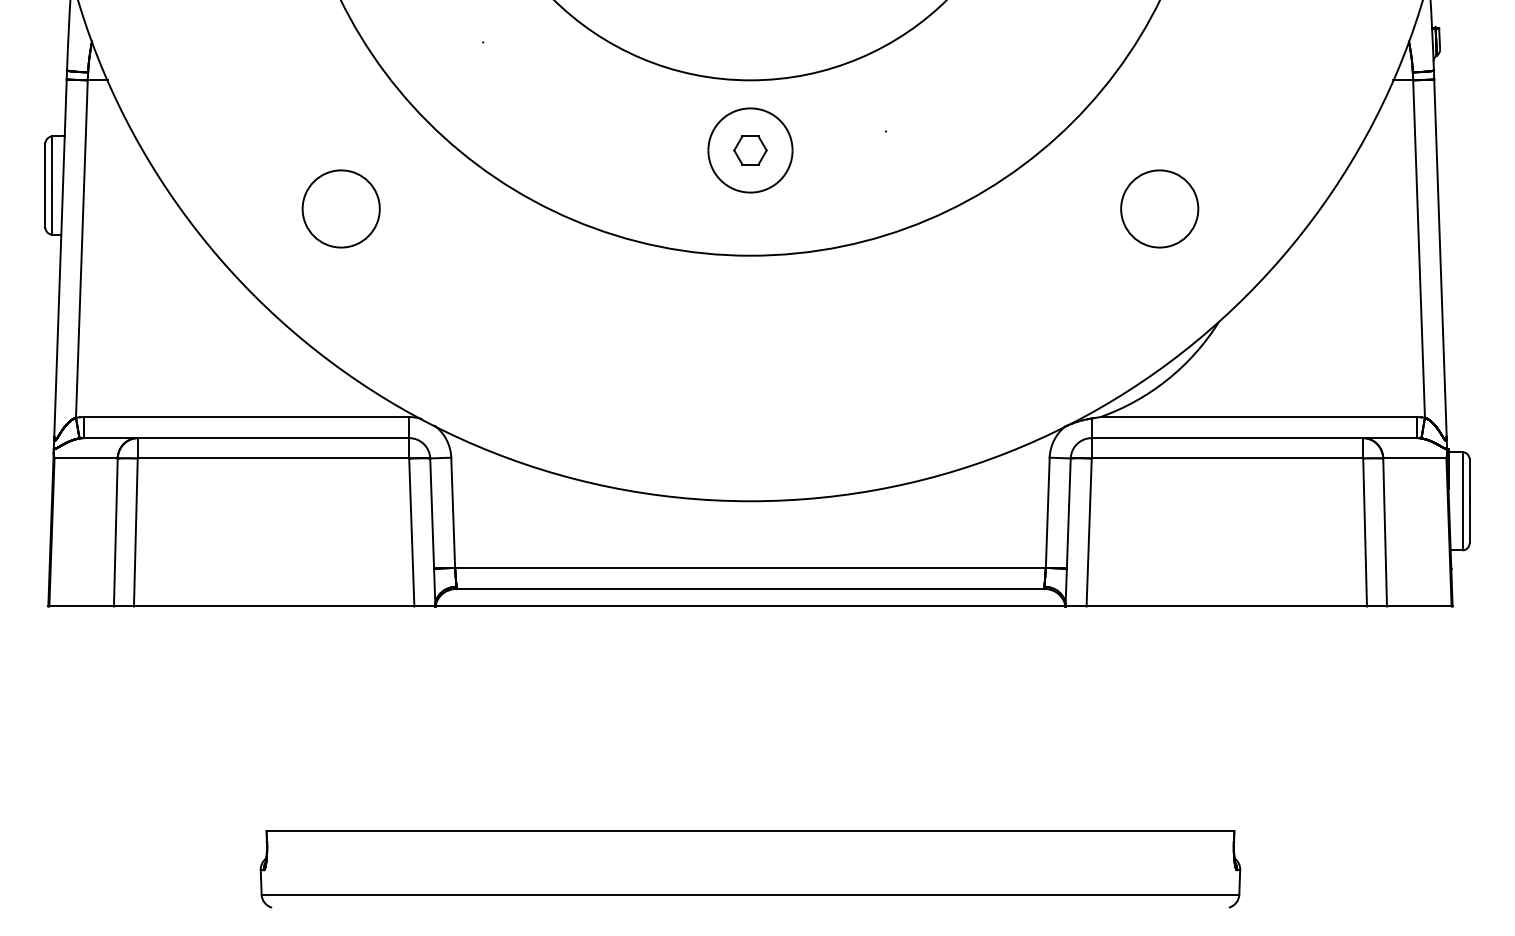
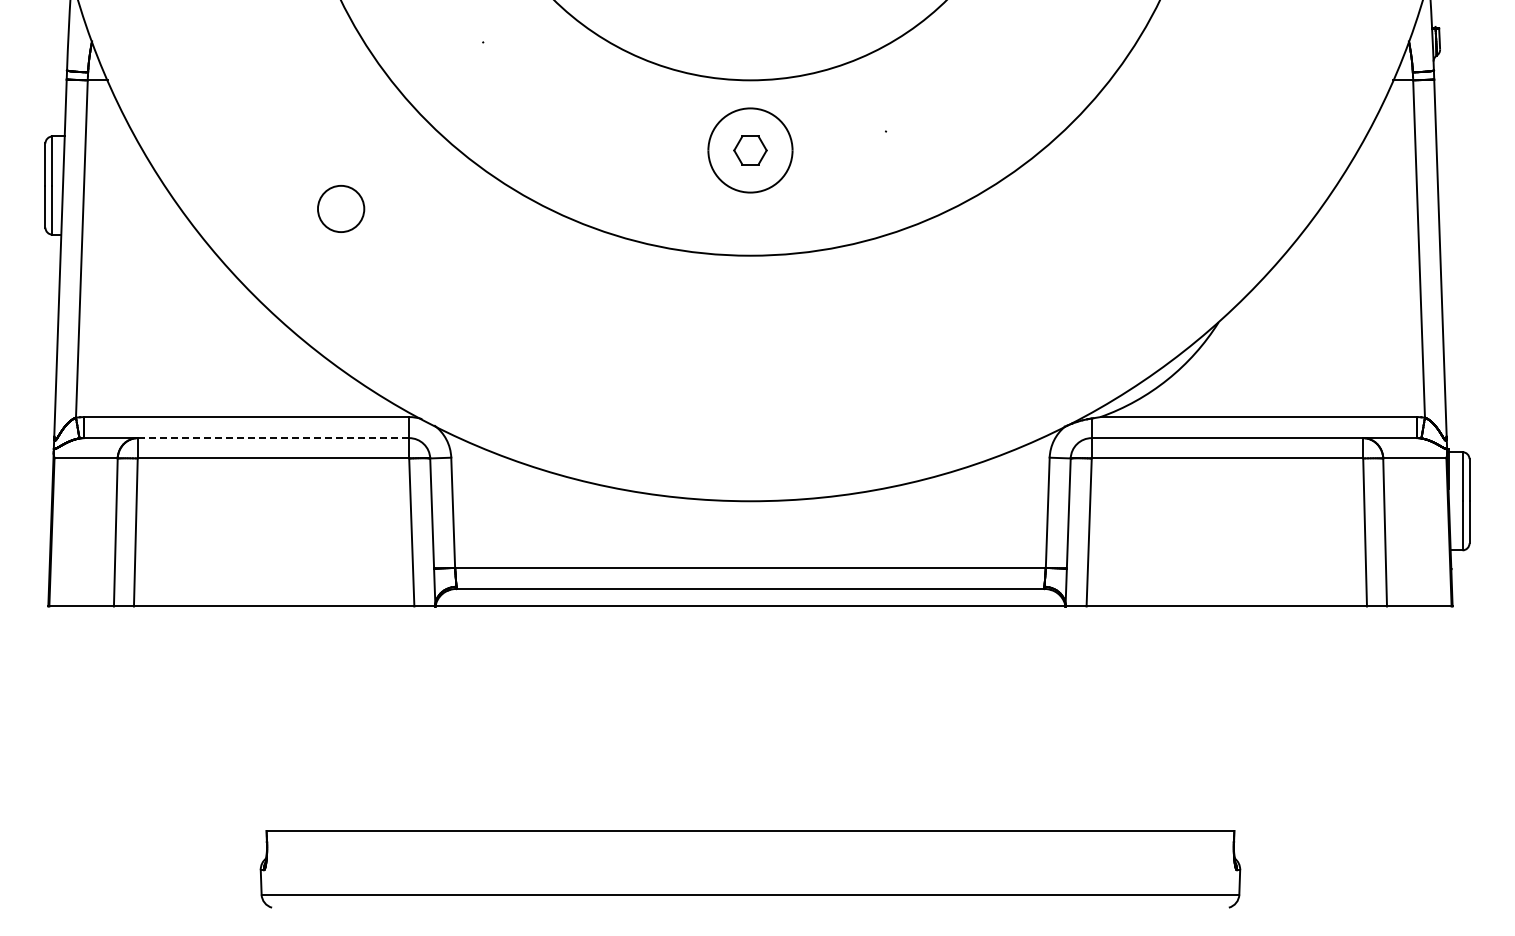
part at (340, 208) size: 80x80 px -> 49x48 px
part at (1159, 208): present -> none
line at (273, 438): solid -> dashed
